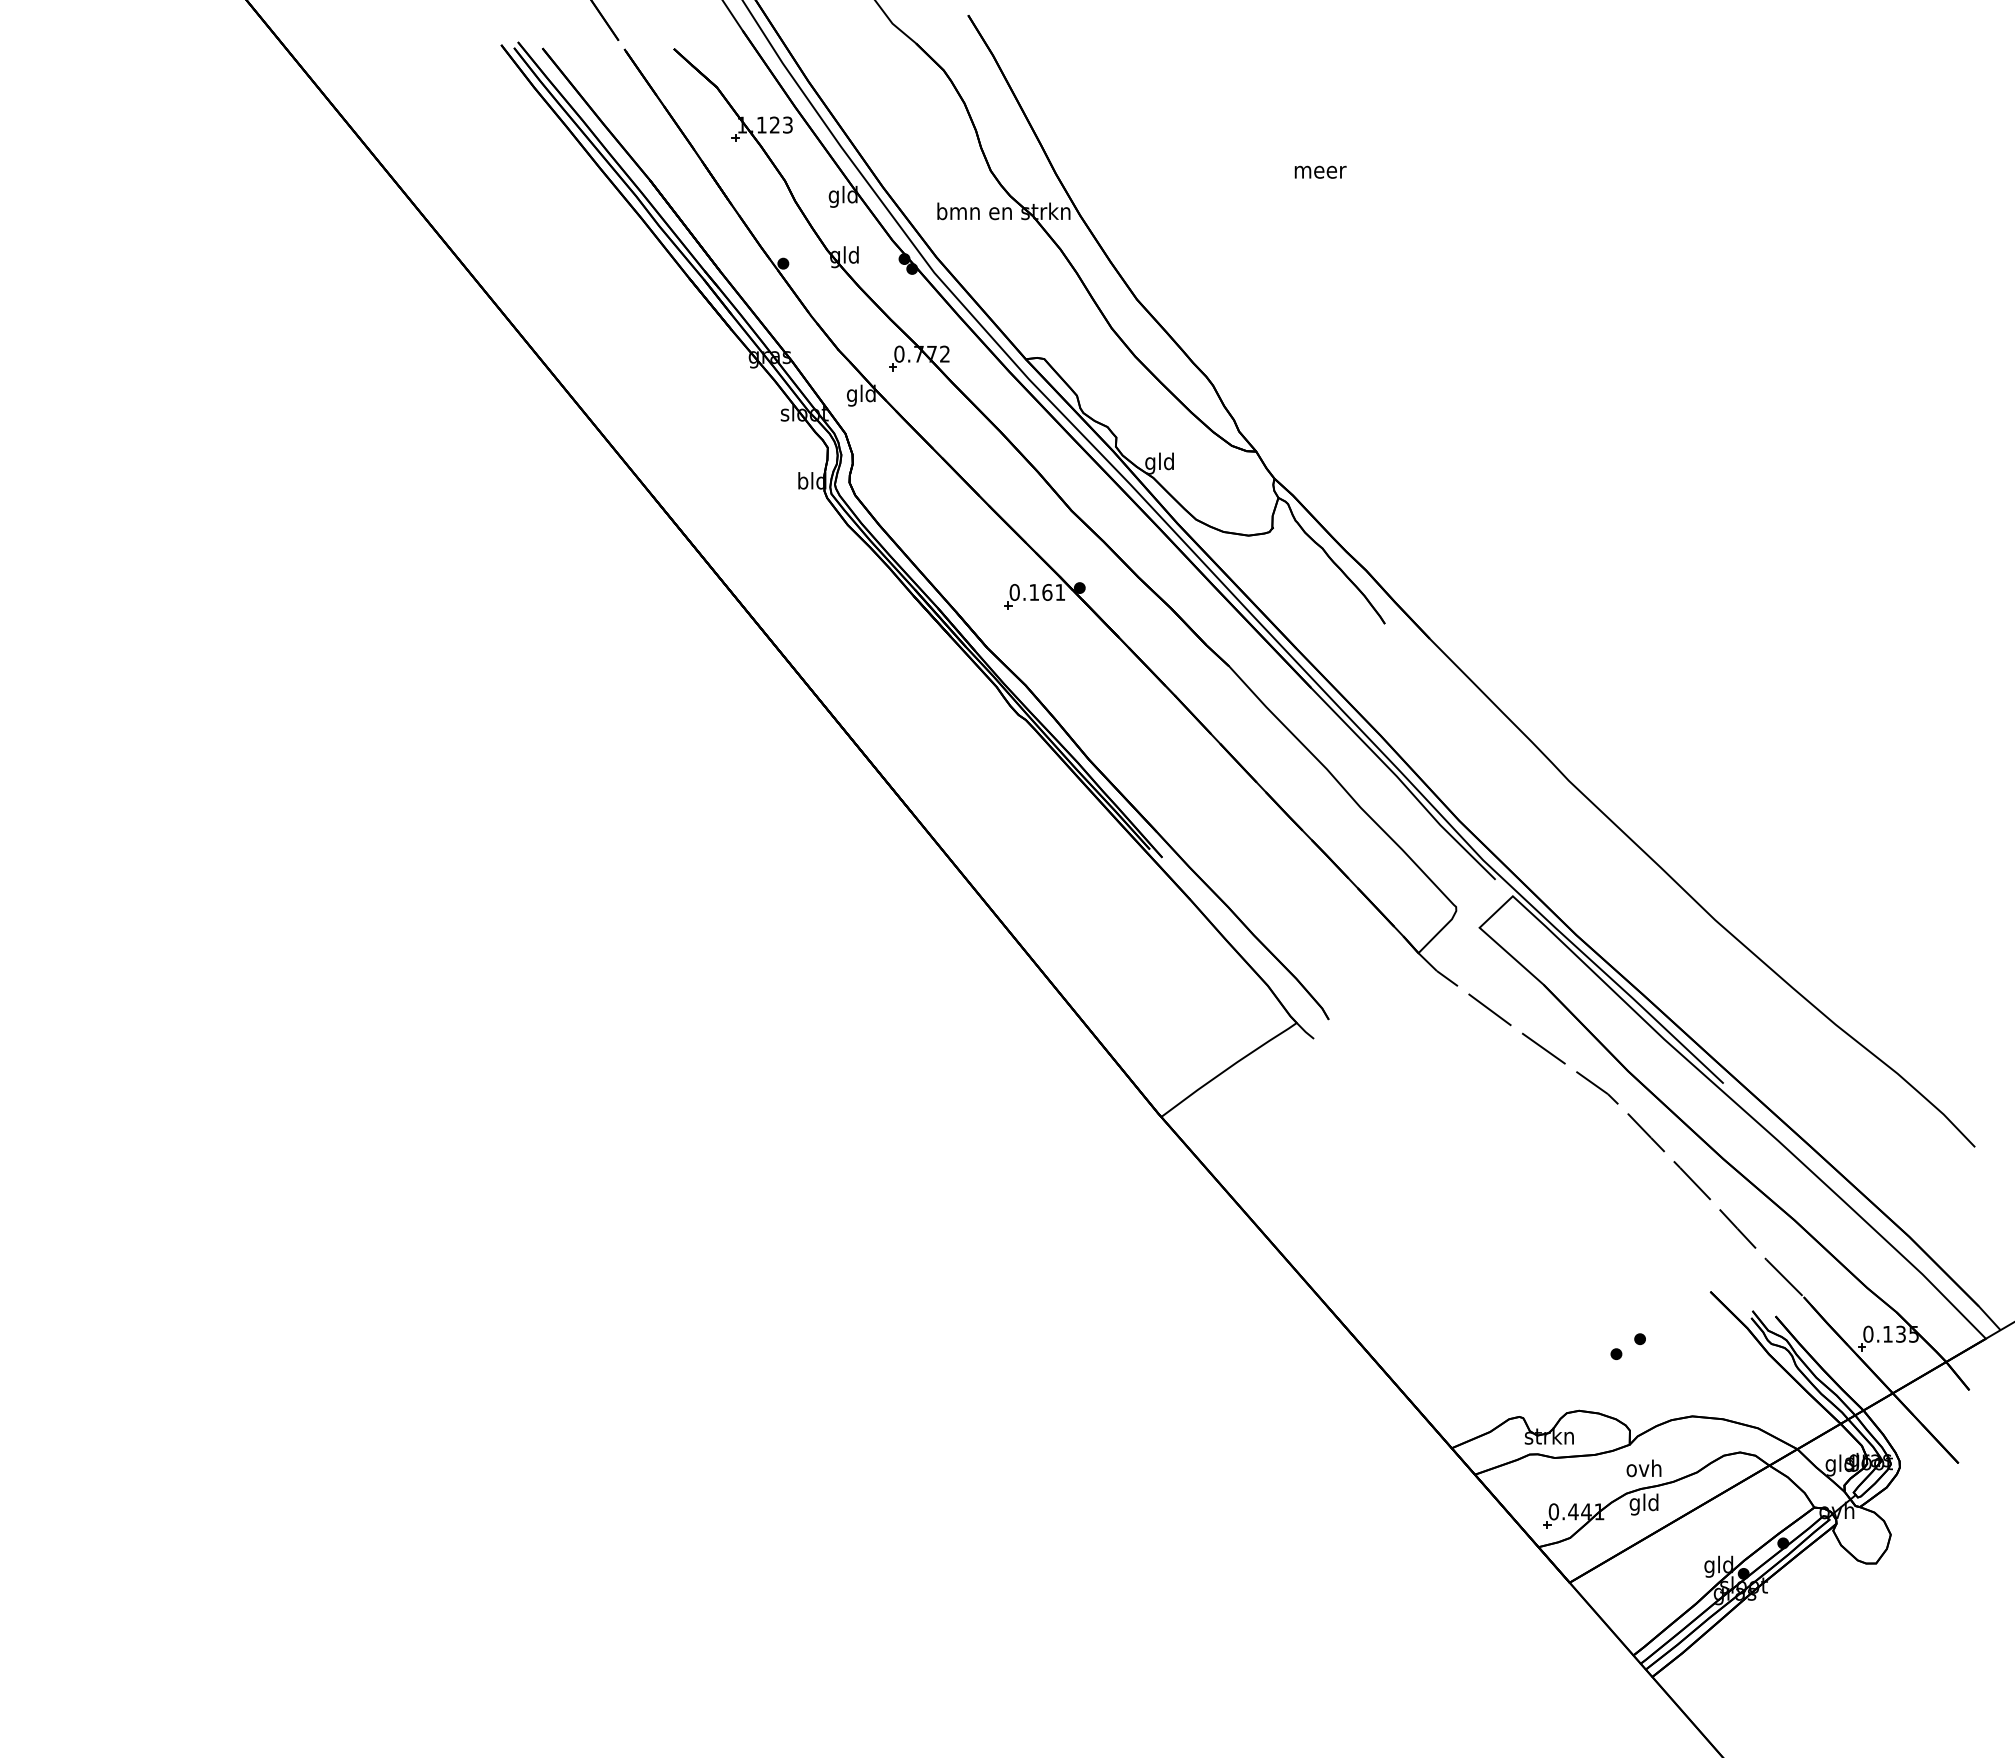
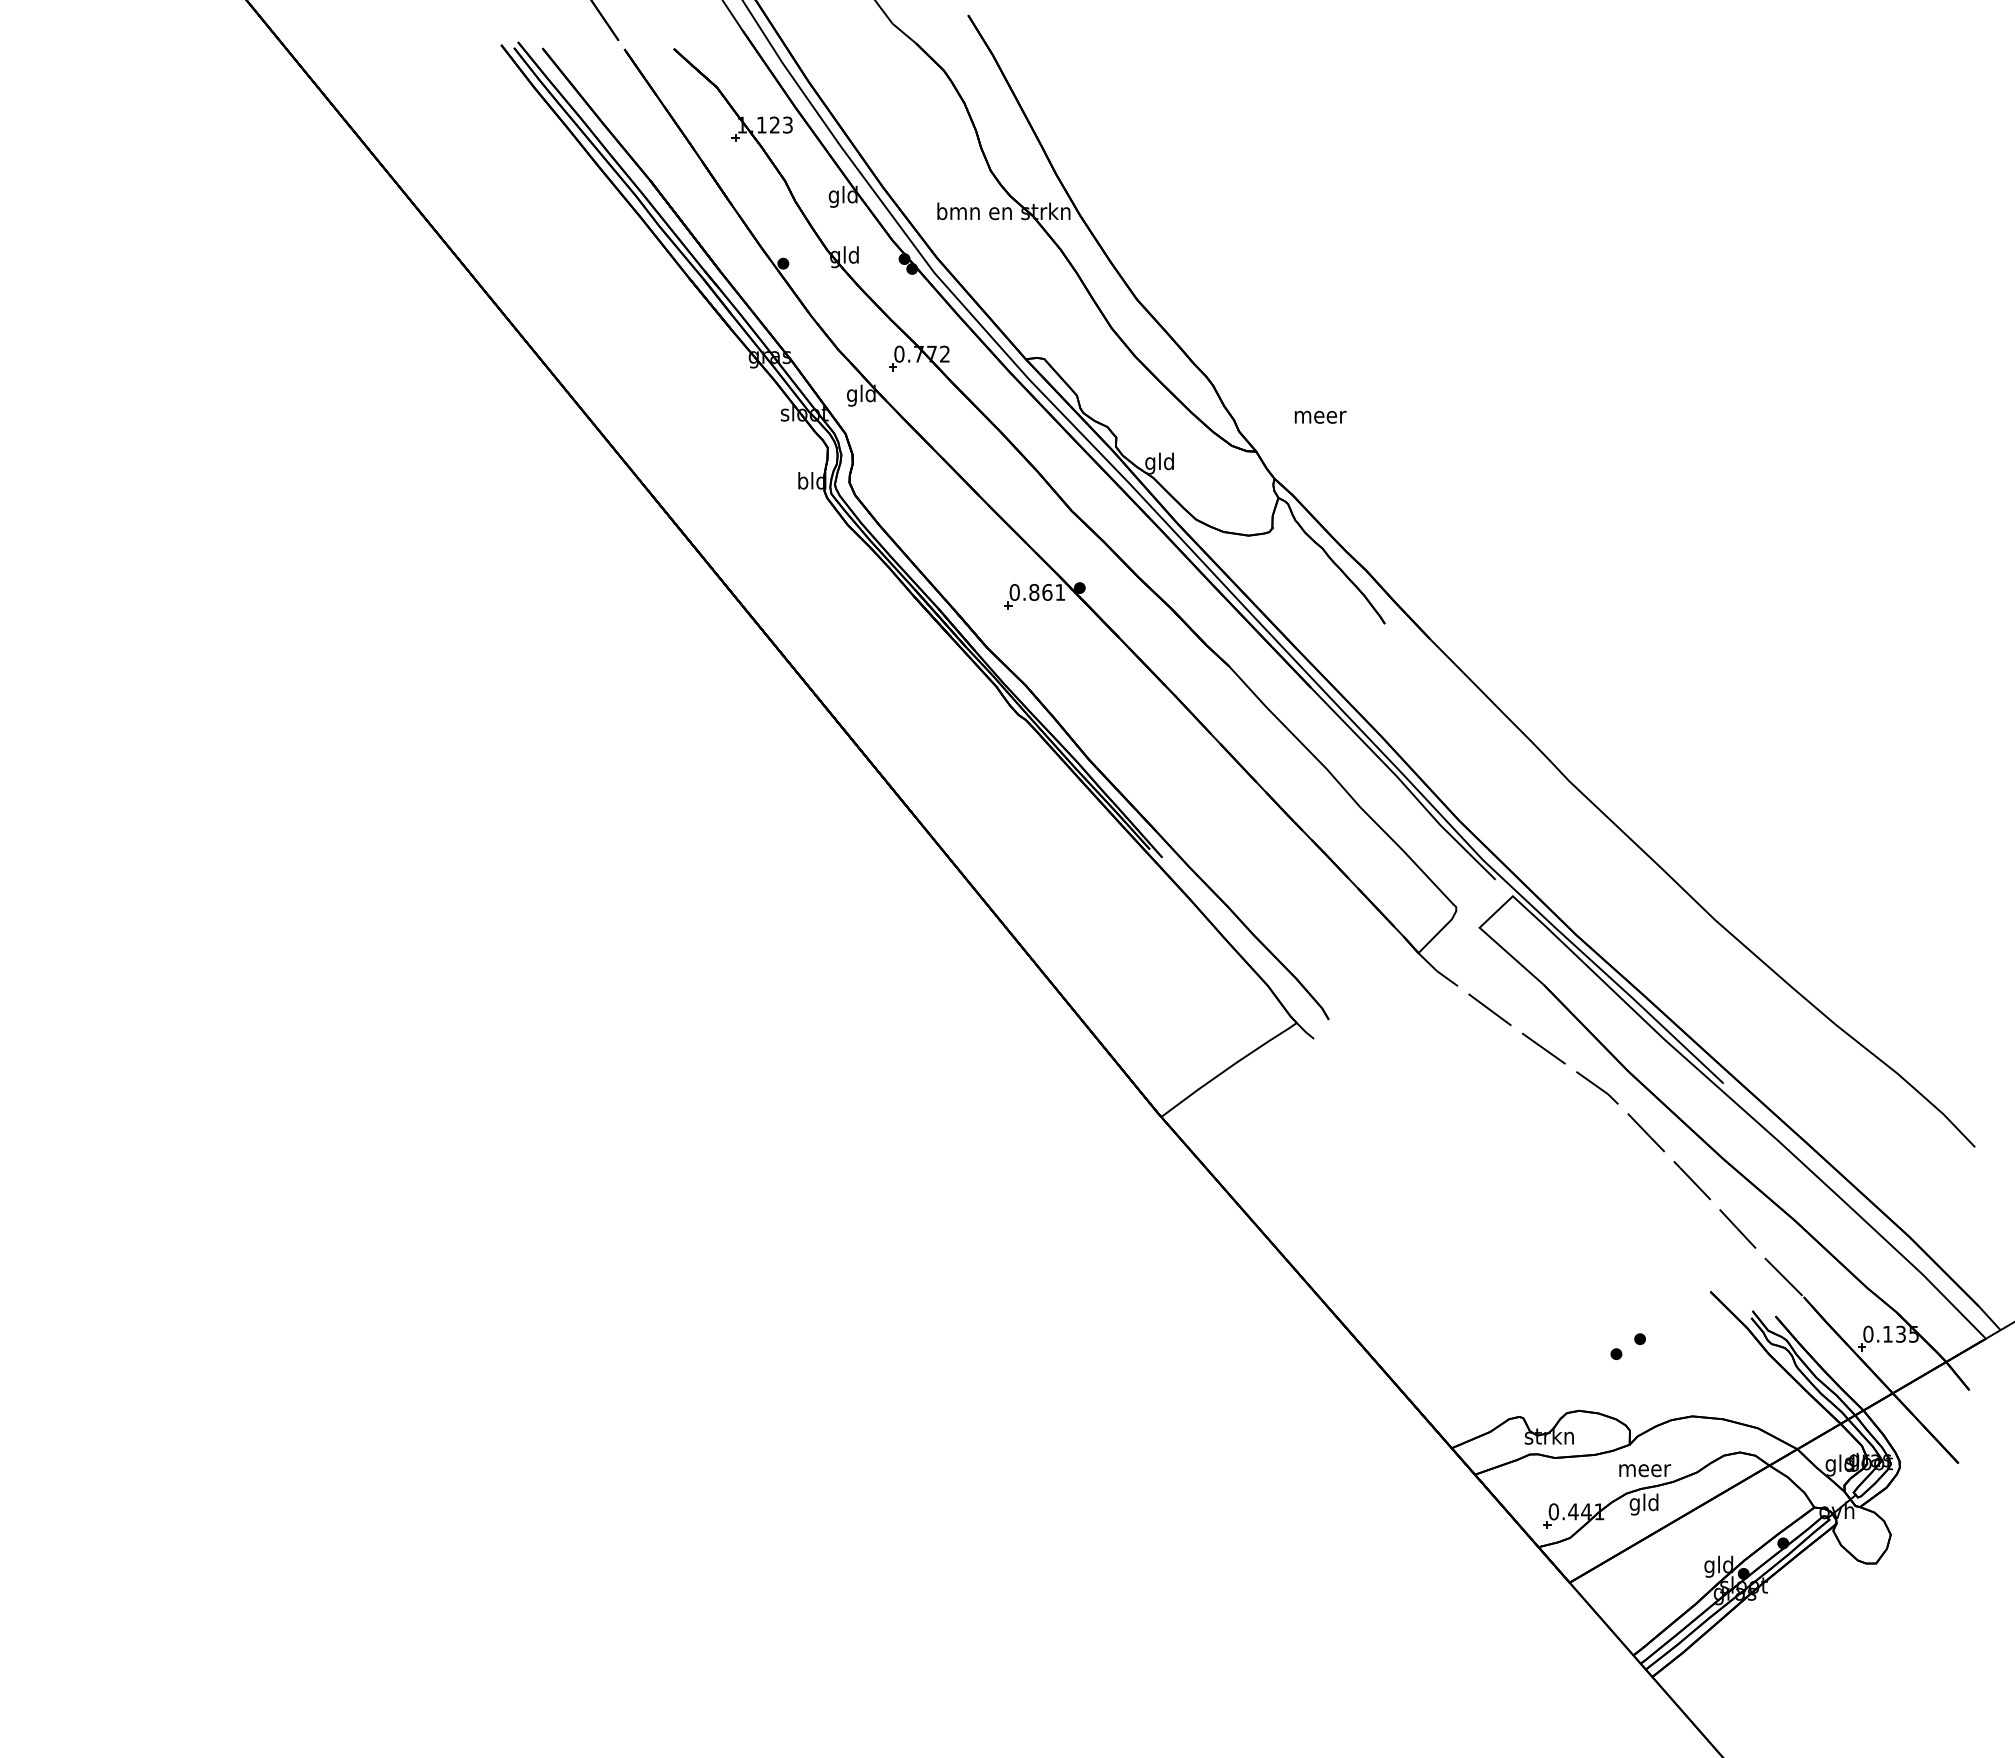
text at (1320, 171) position: (1320, 171) -> (1320, 416)
text at (1034, 591): 0.161 -> 0.861
text at (1645, 1468): ovh -> meer
